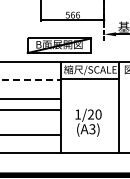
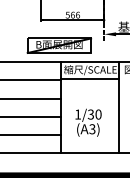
line at (30, 80): dashed -> solid
line at (31, 109) position: (31, 109) -> (31, 116)
text at (90, 114): 1/20 -> 1/30
